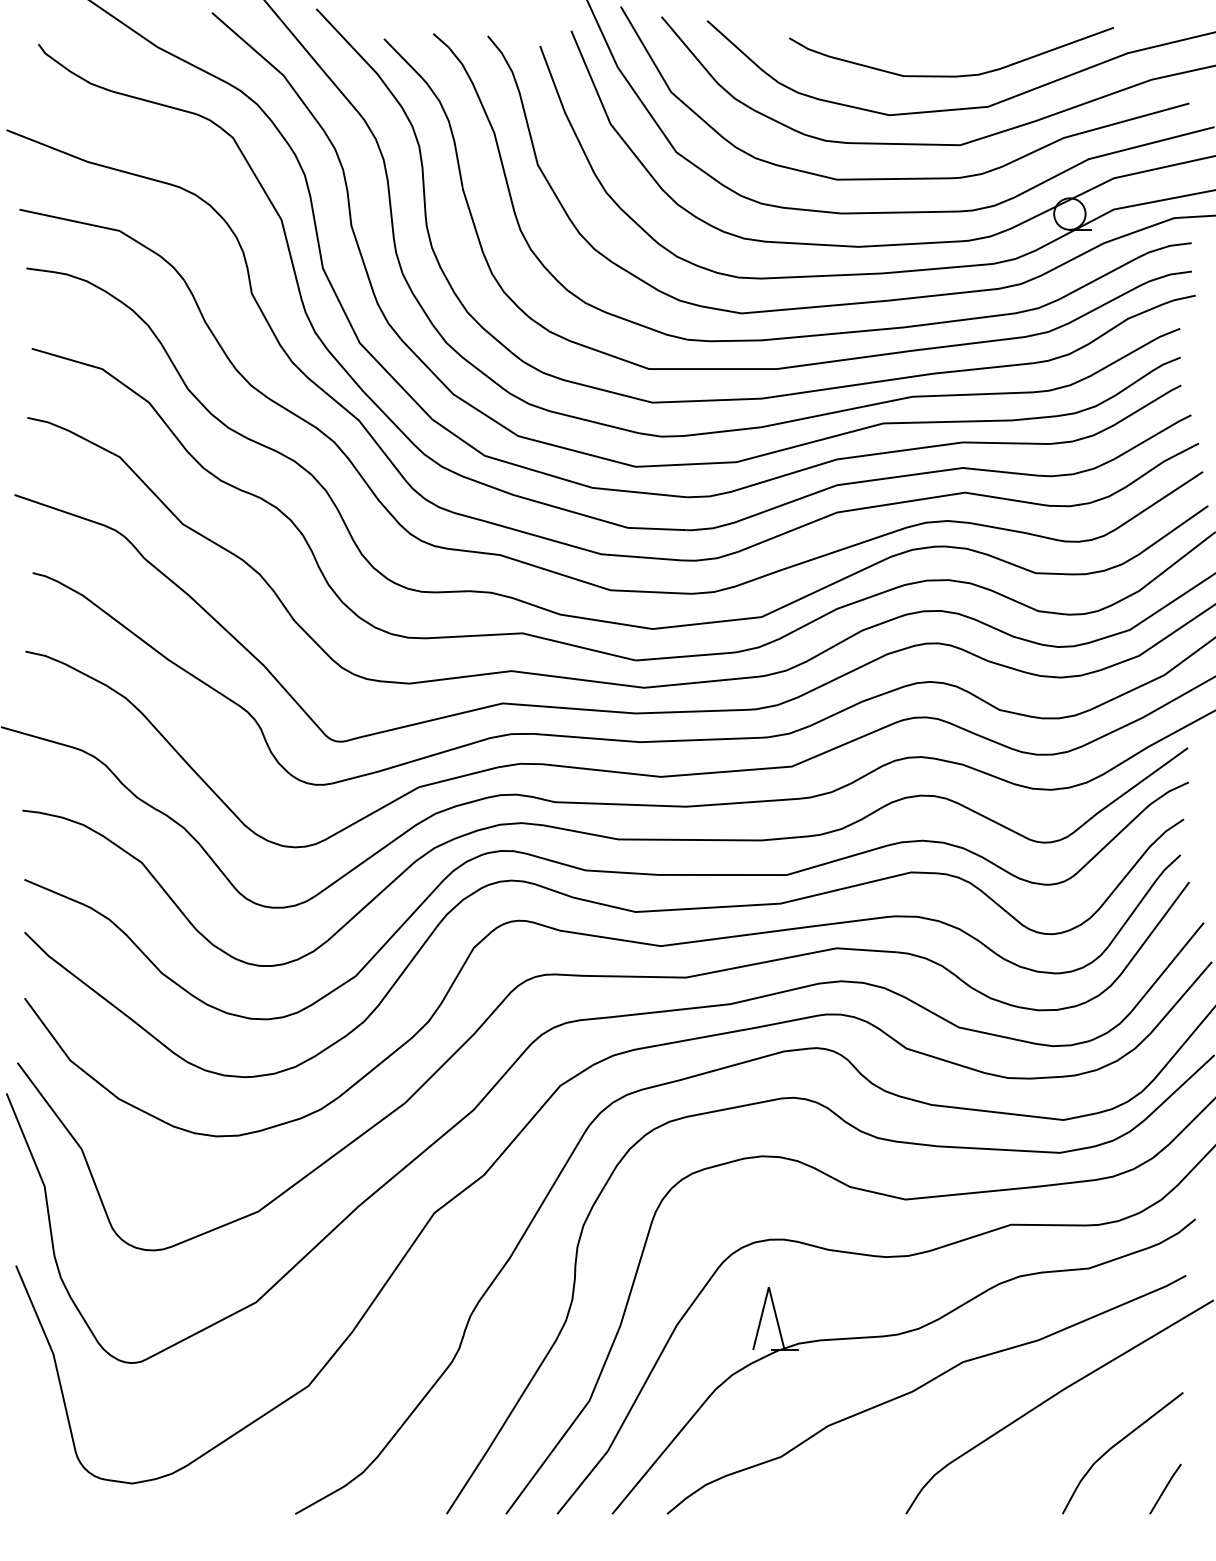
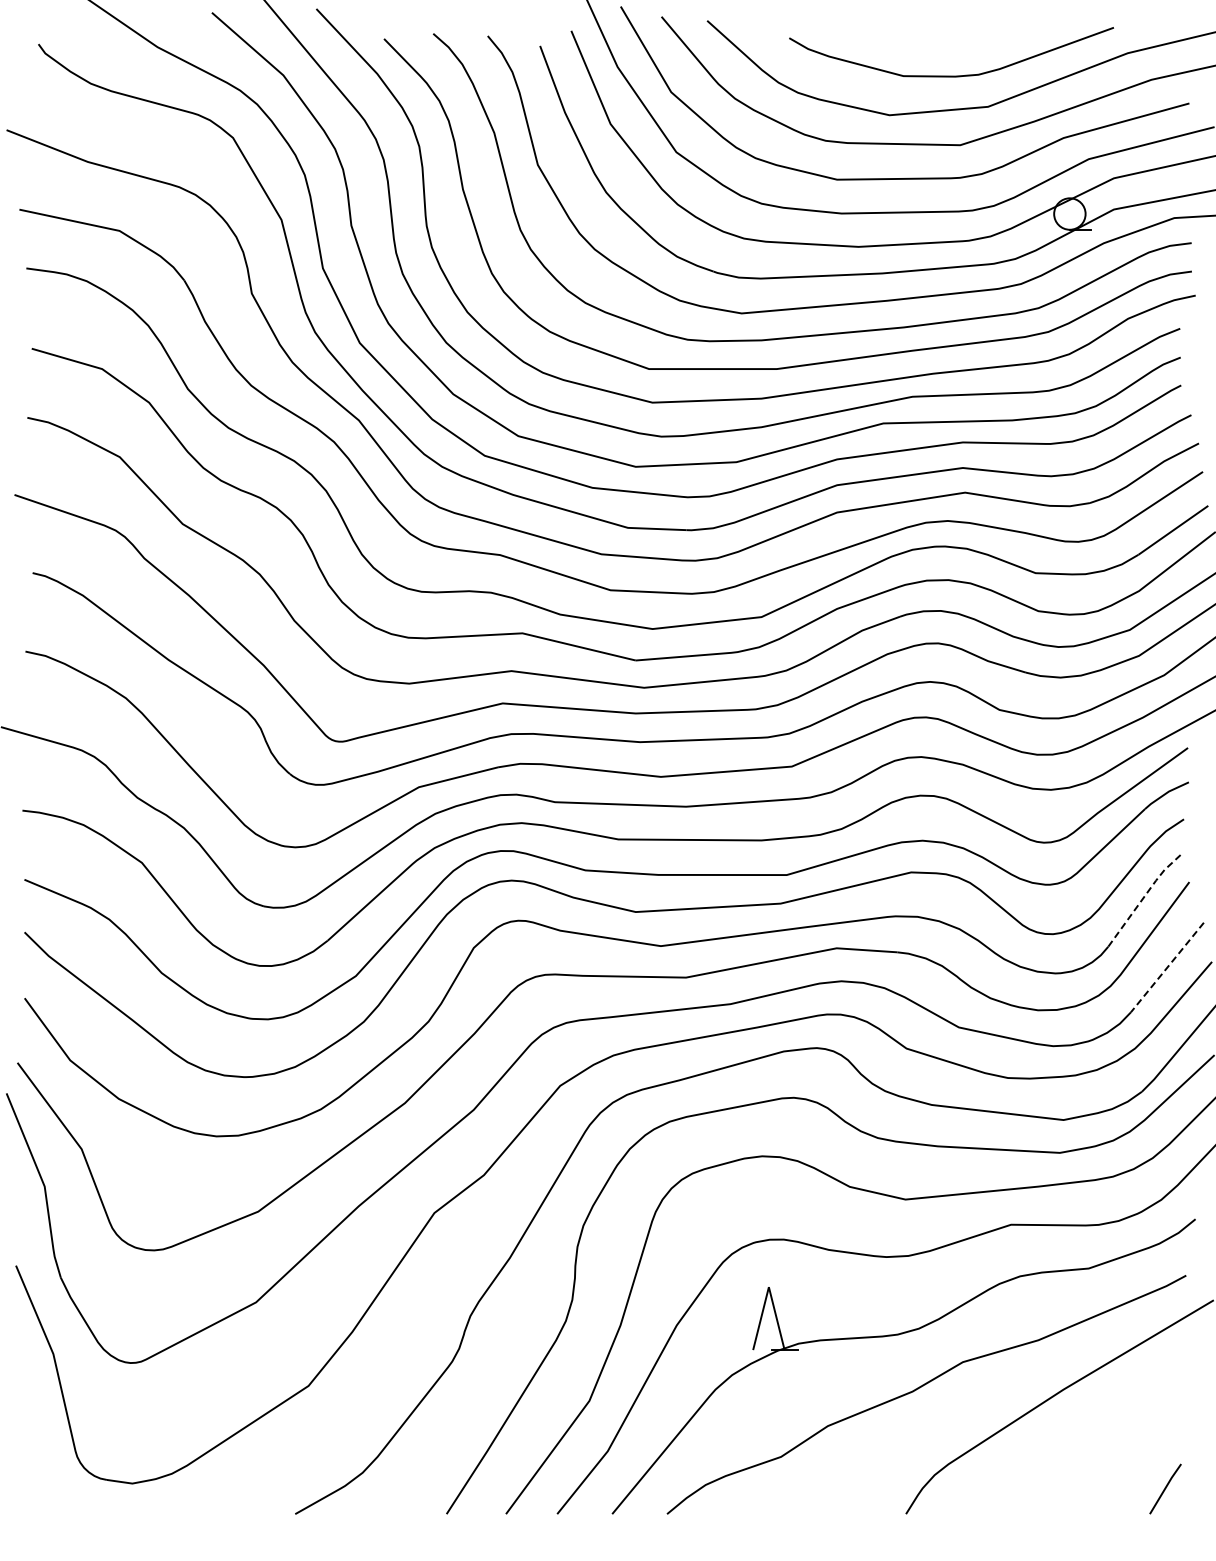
line at (1143, 898): solid -> dashed
line at (1167, 967): solid -> dashed
curve at (1115, 1446): present -> none
